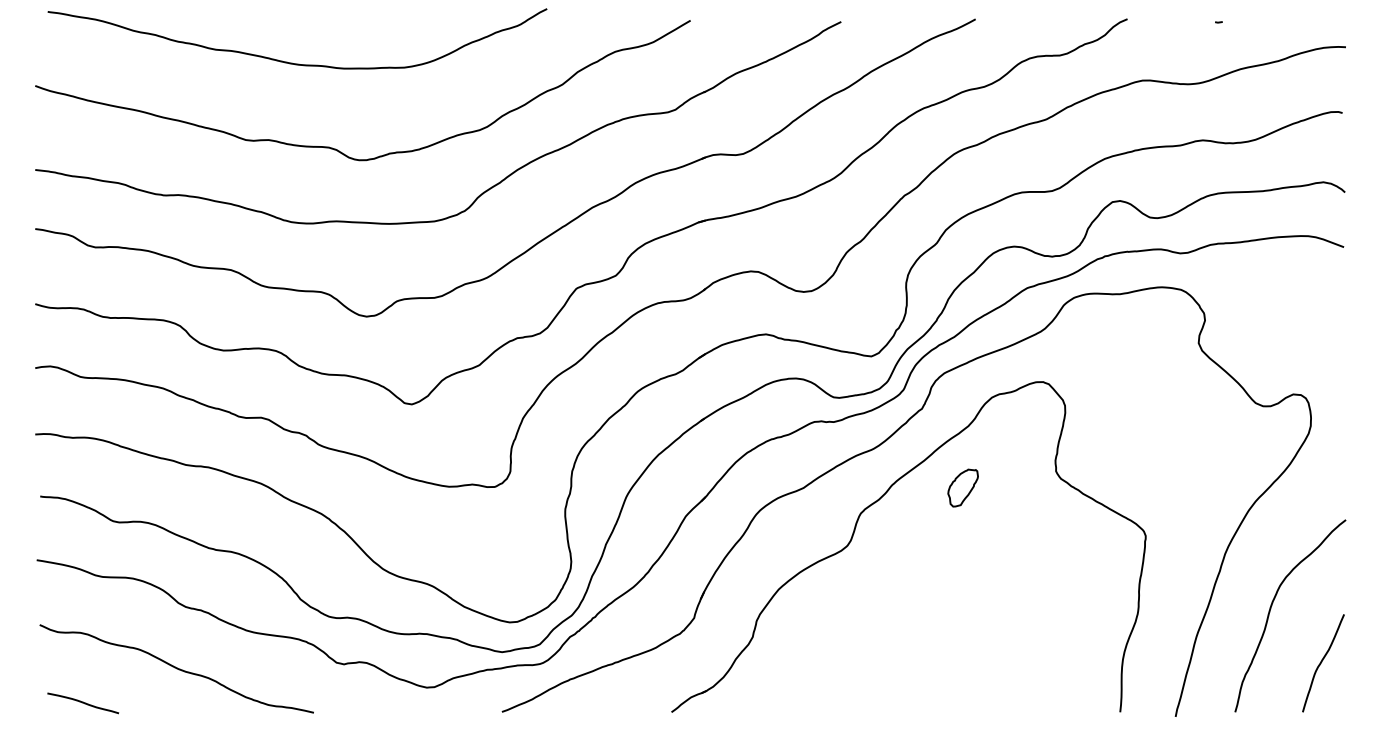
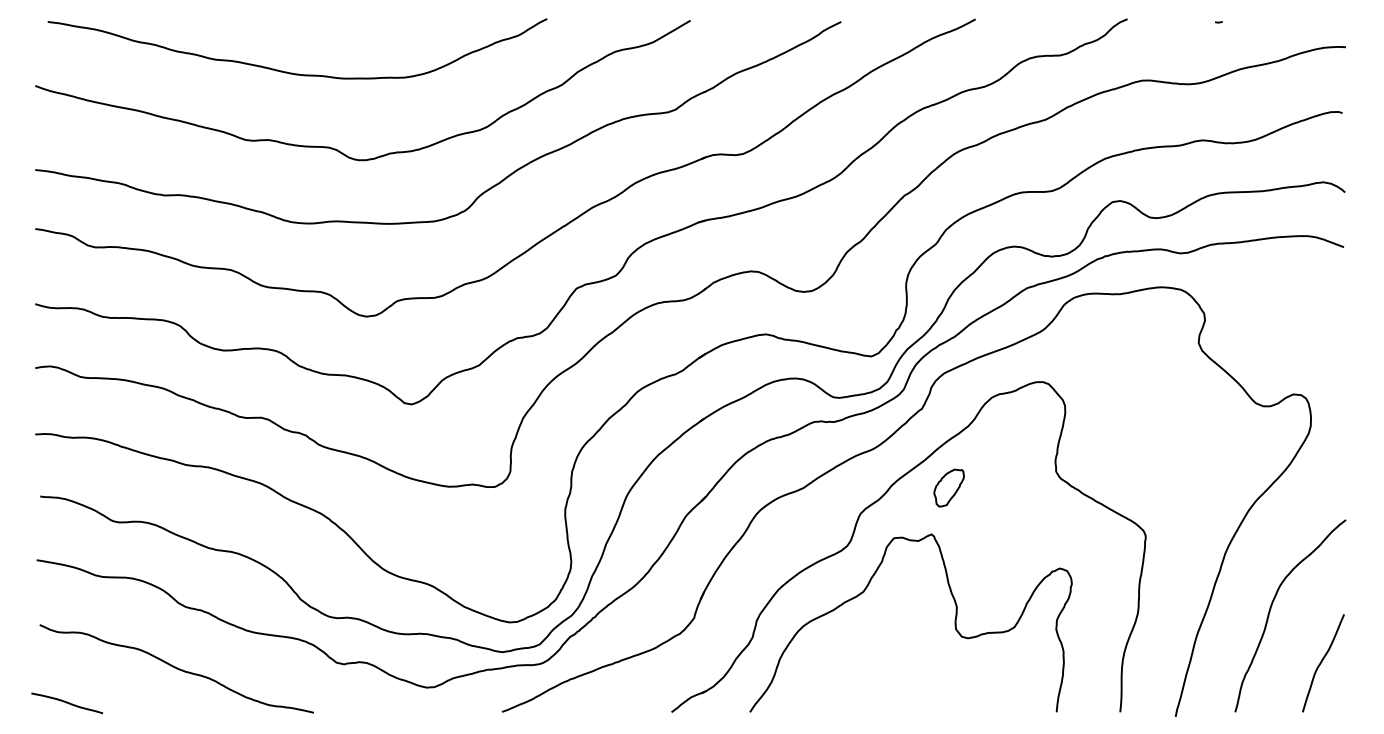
curve at (292, 62) position: (292, 62) -> (292, 72)
part at (962, 487) position: (962, 487) -> (948, 487)
curve at (954, 622): none -> present
curve at (83, 703) position: (83, 703) -> (67, 703)
